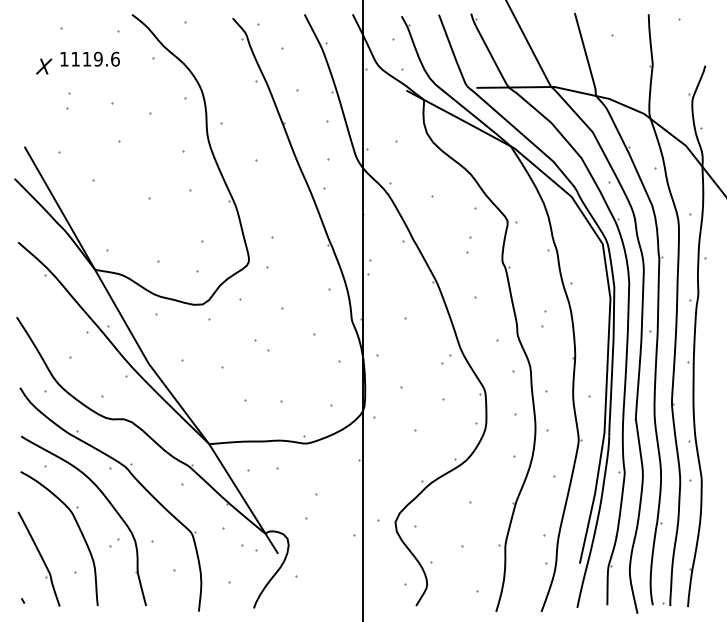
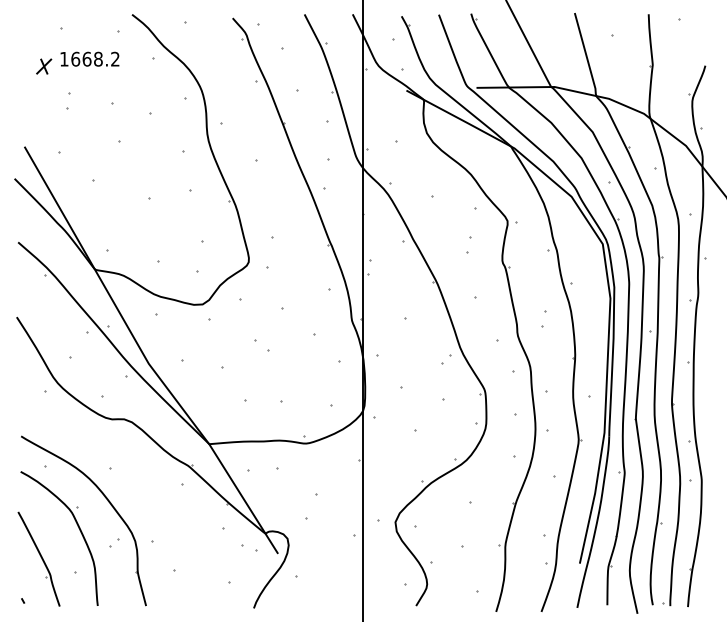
text at (95, 58): 1119.6 -> 1668.2
part at (136, 481): present -> none
